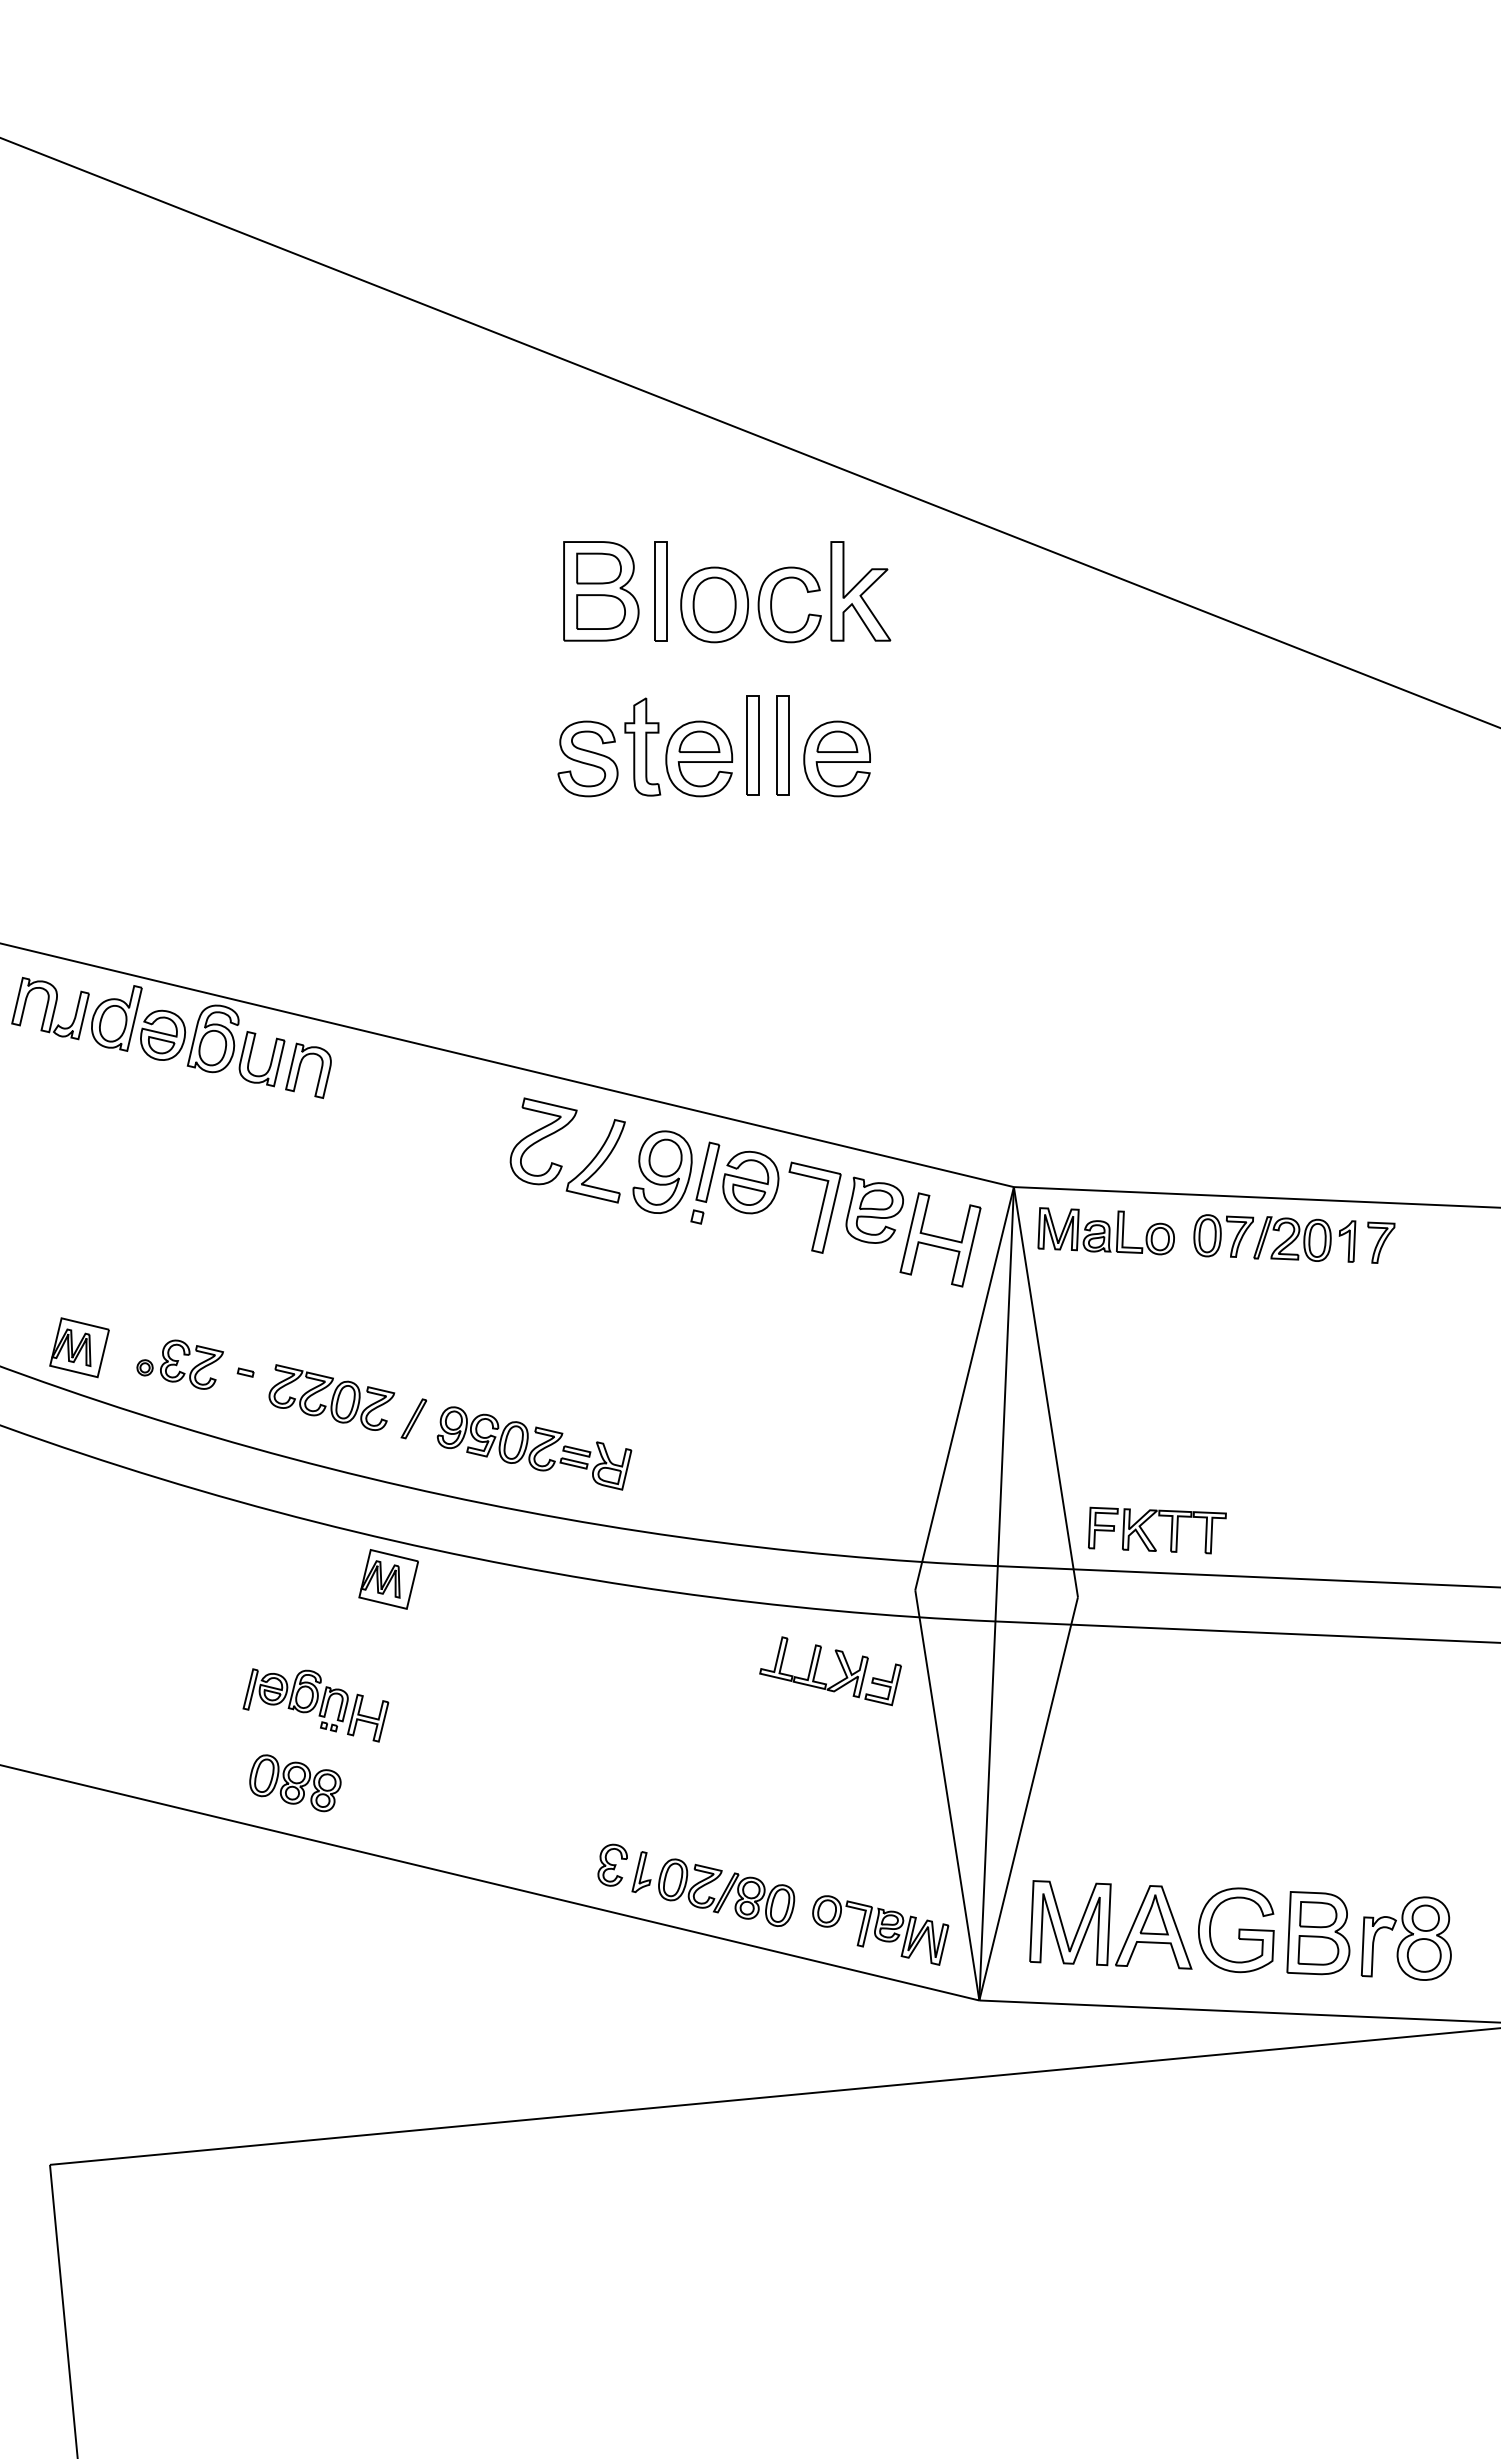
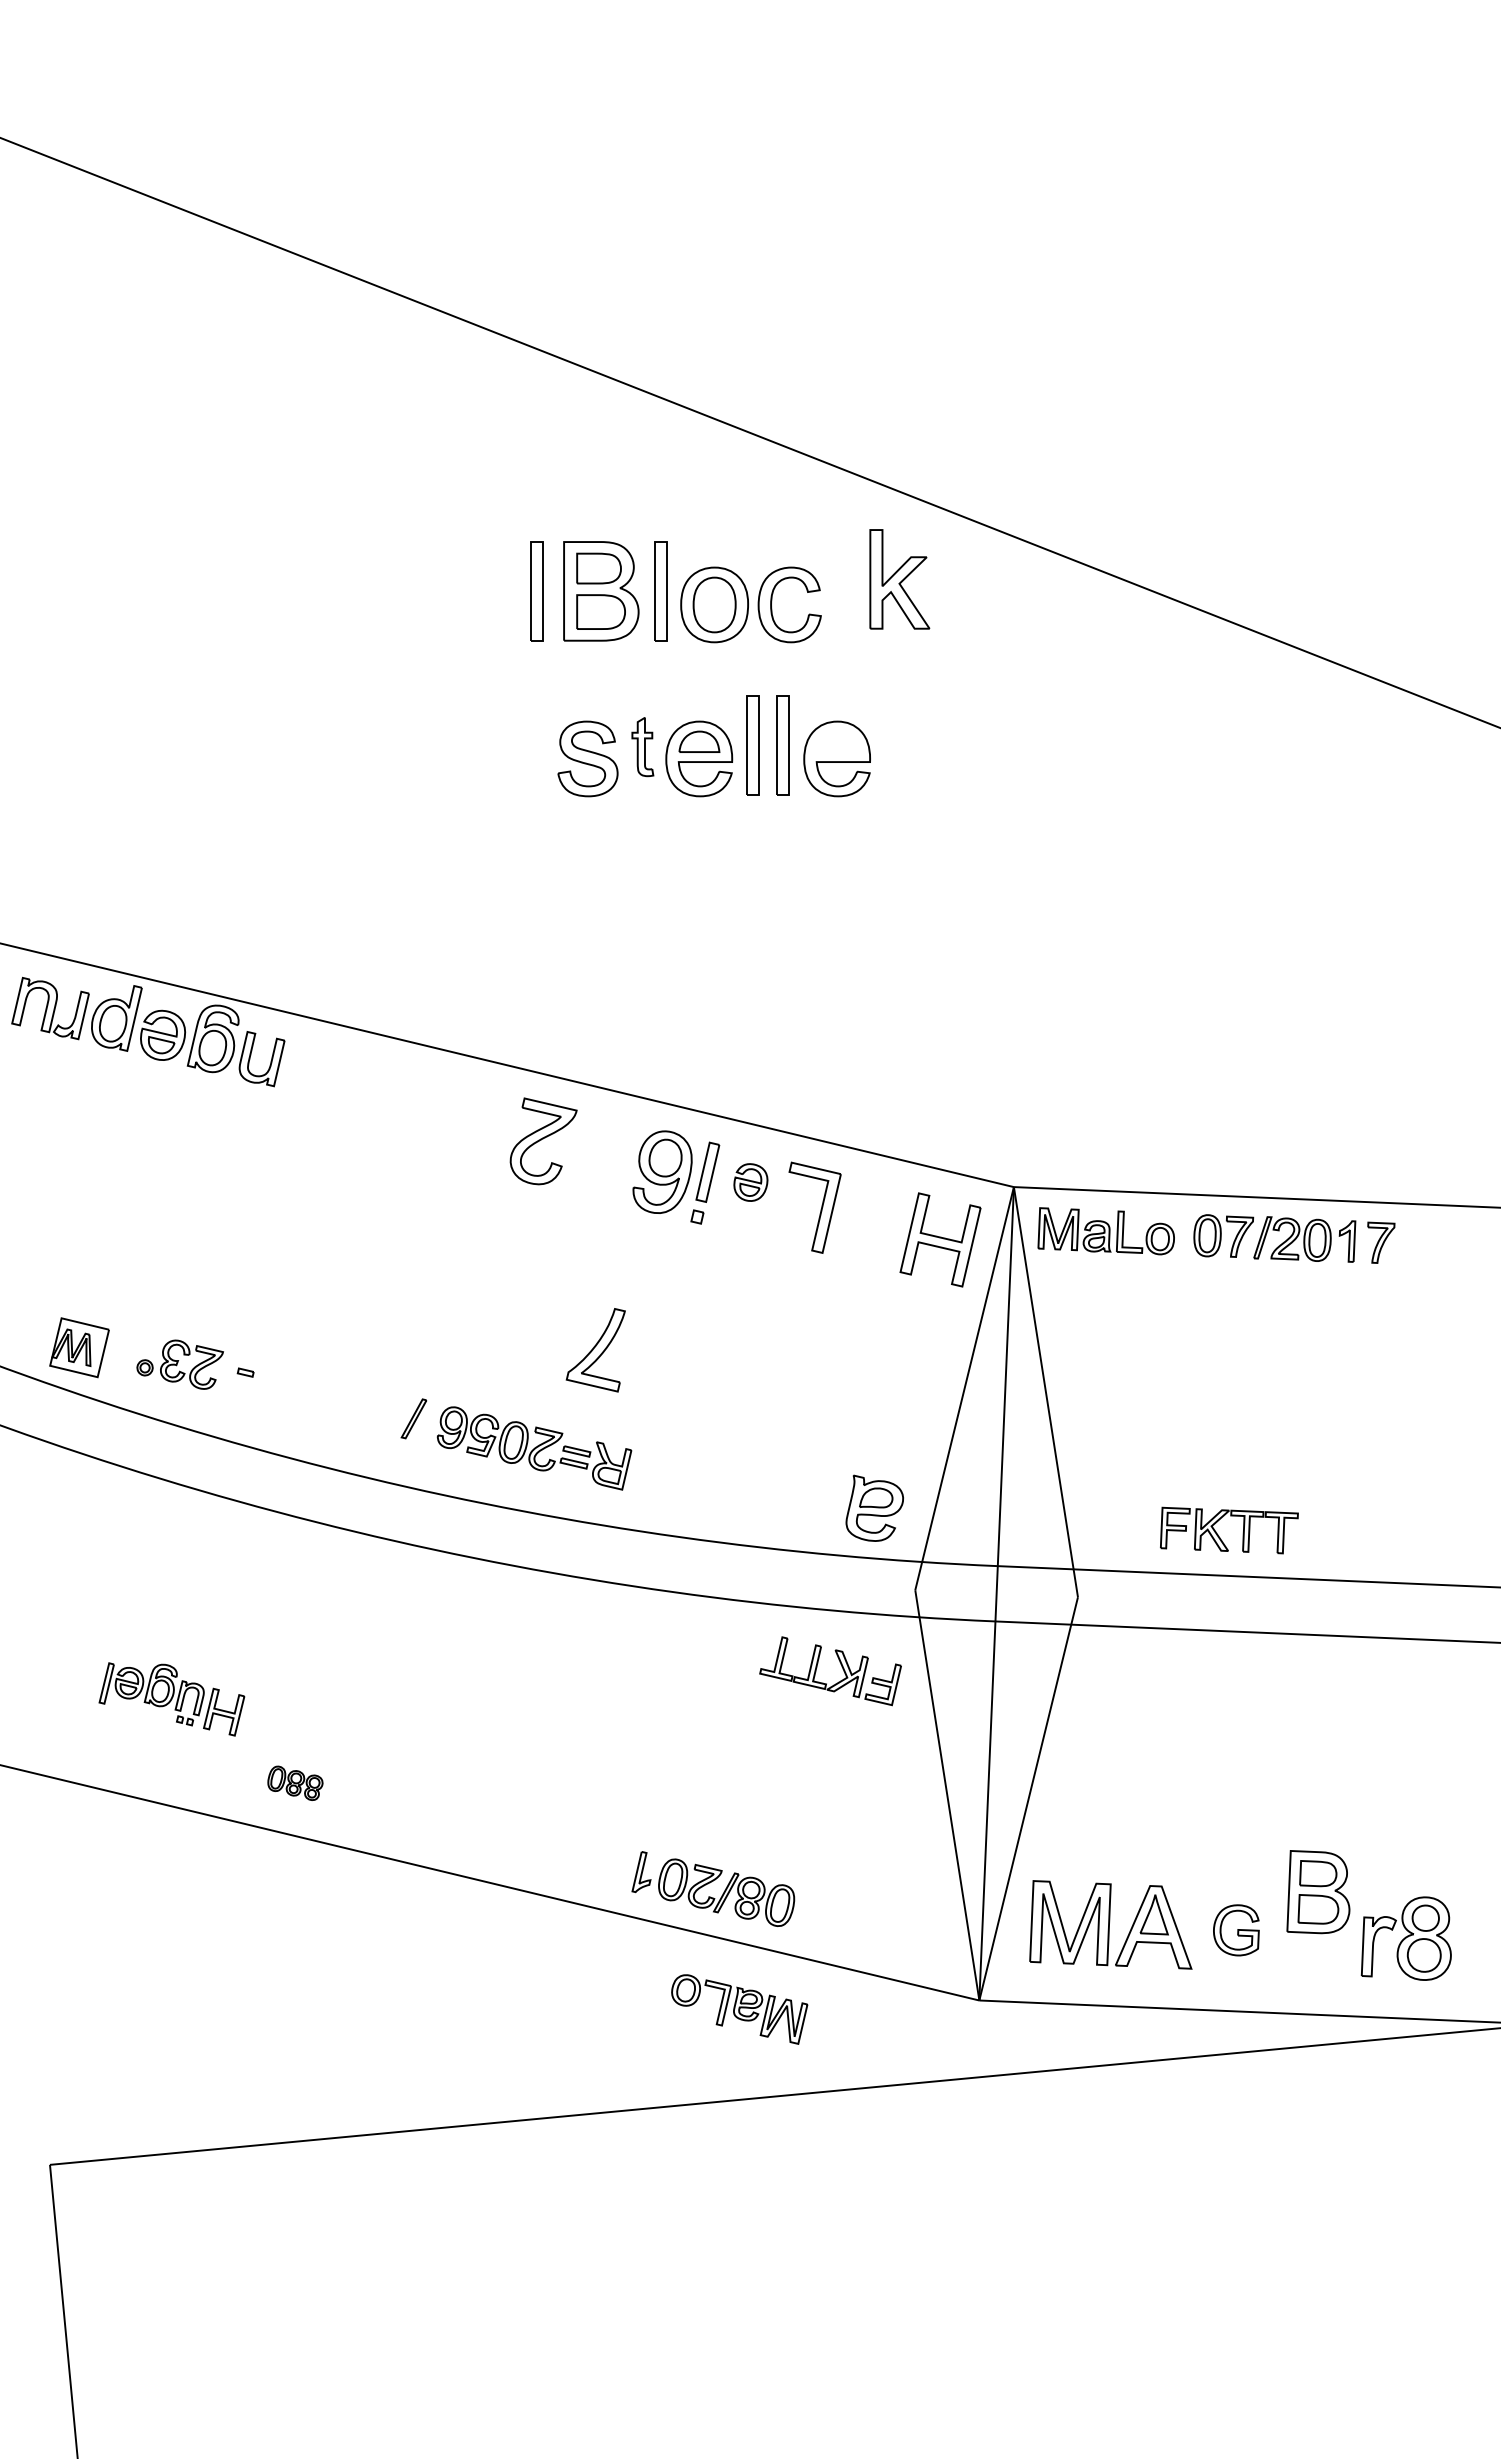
part at (536, 591): none -> present
part at (860, 591) position: (860, 591) -> (899, 579)
part at (837, 741): present -> none
part at (642, 746) size: 38x100 px -> 24x61 px
part at (300, 1067): present -> none
part at (595, 1161) position: (595, 1161) -> (595, 1350)
part at (750, 1182) size: 58x65 px -> 36x39 px
part at (874, 1209) position: (874, 1209) -> (874, 1507)
part at (331, 1397): present -> none
part at (1148, 1537) position: (1148, 1537) -> (1220, 1537)
part at (388, 1579): present -> none
part at (315, 1705) position: (315, 1705) -> (171, 1699)
part at (295, 1783) size: 93x59 px -> 57x36 px
part at (612, 1864): present -> none
part at (880, 1930) position: (880, 1930) -> (739, 2009)
part at (1236, 1930) size: 77x87 px -> 47x53 px
part at (1318, 1933) position: (1318, 1933) -> (1318, 1892)
